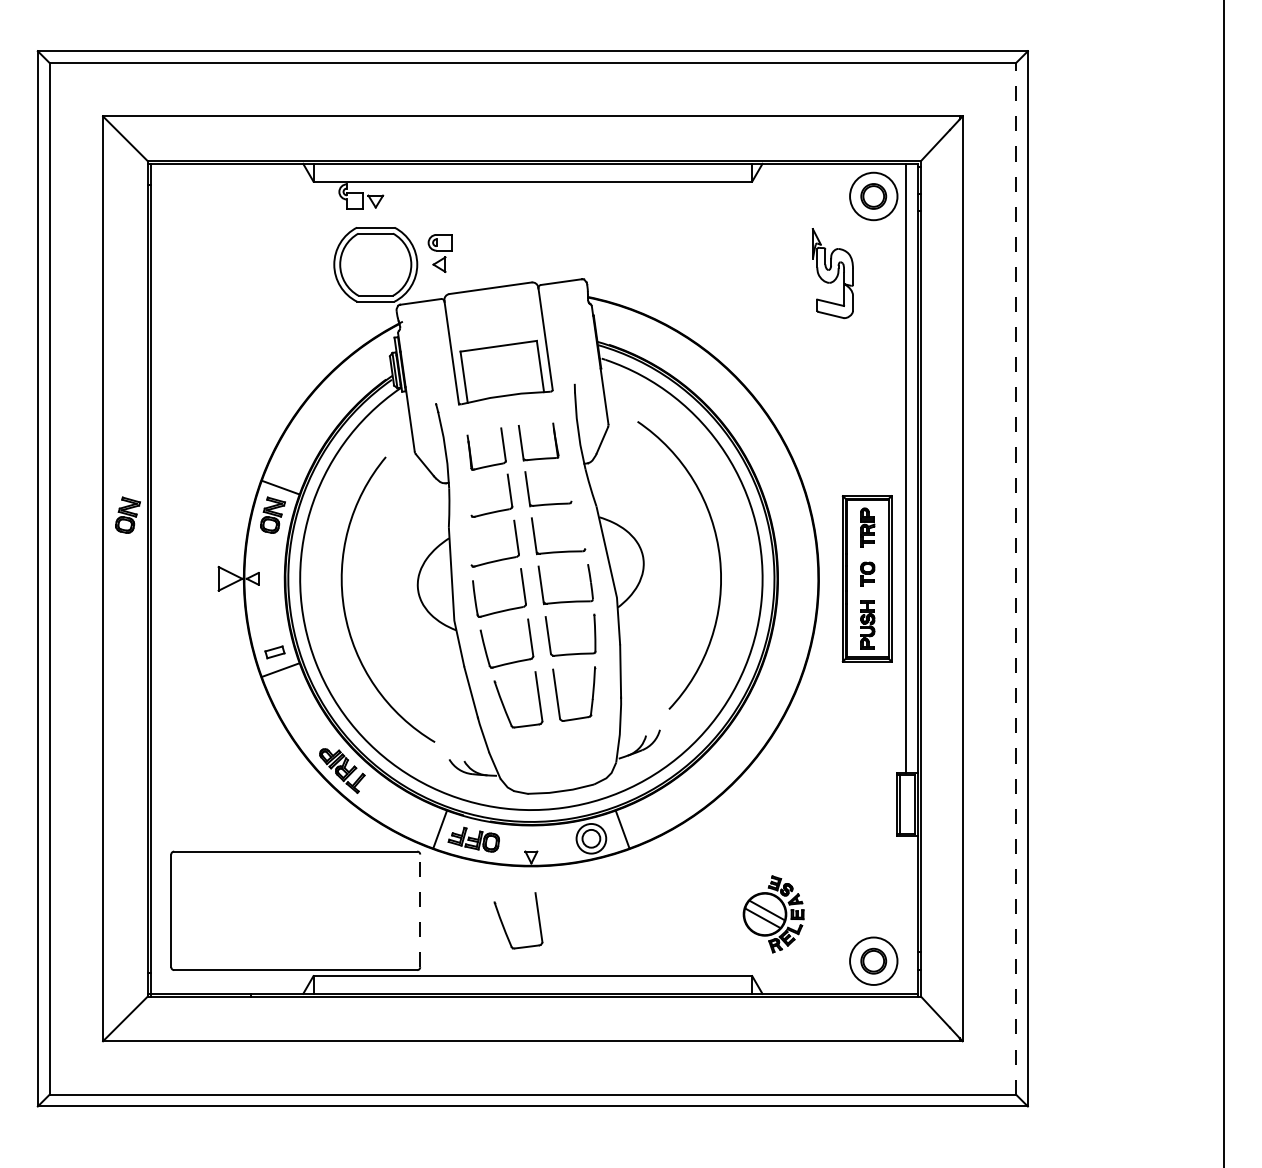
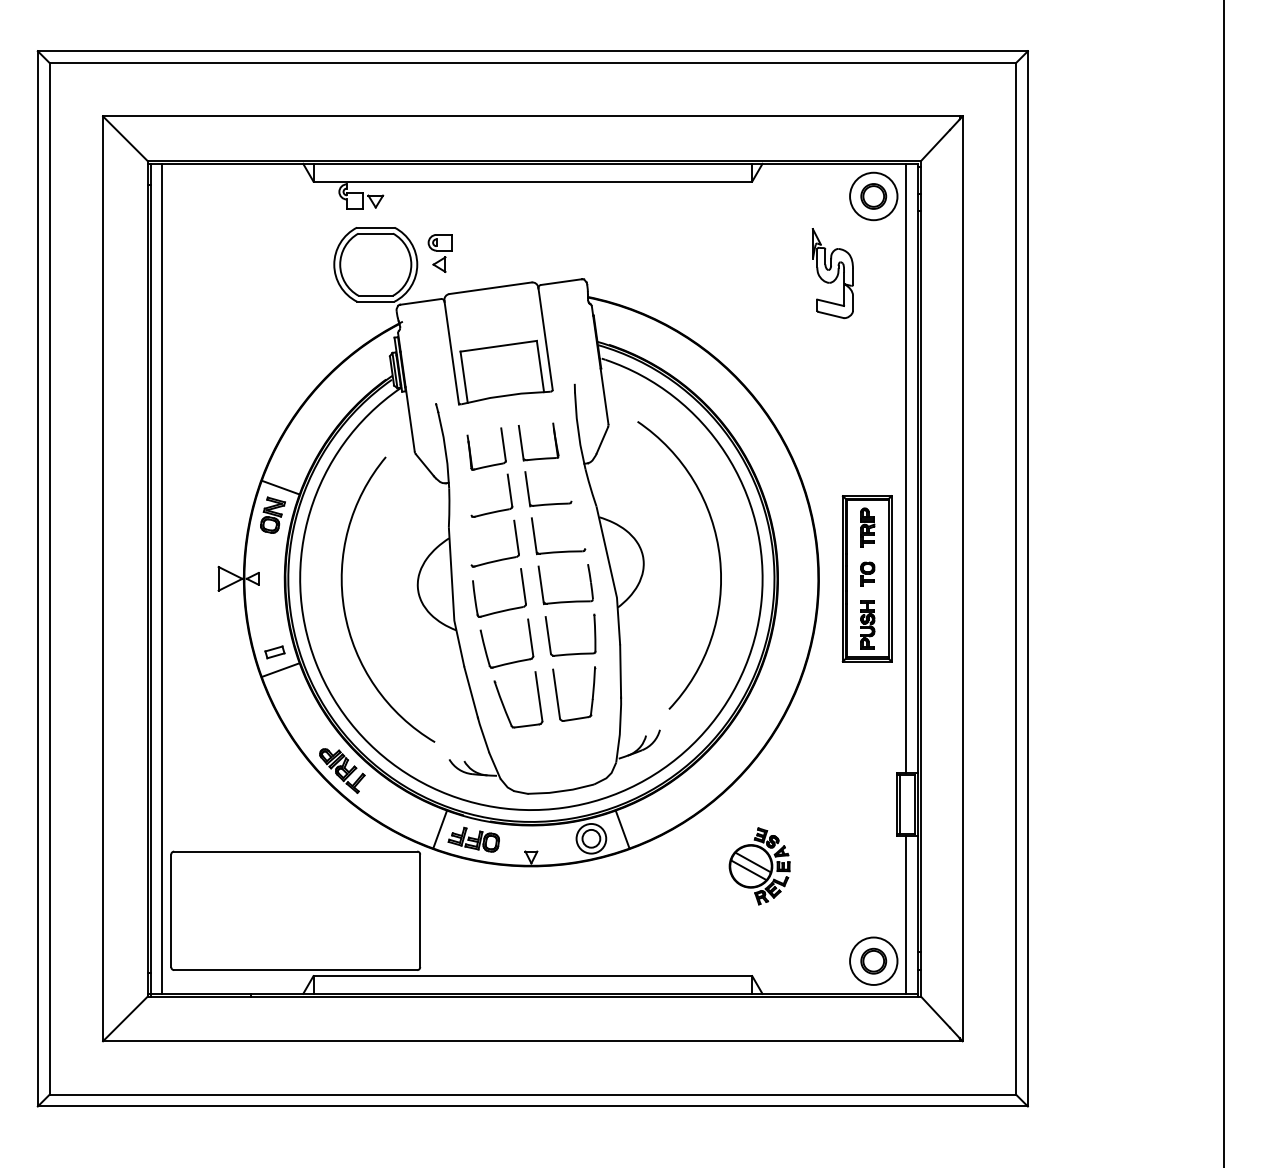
part at (127, 514): present -> none
line at (162, 578): none -> present
line at (1016, 578): dashed -> solid
line at (420, 910): dashed -> solid
part at (773, 914) position: (773, 914) -> (759, 866)
line at (906, 914): none -> present
part at (504, 926): present -> none
